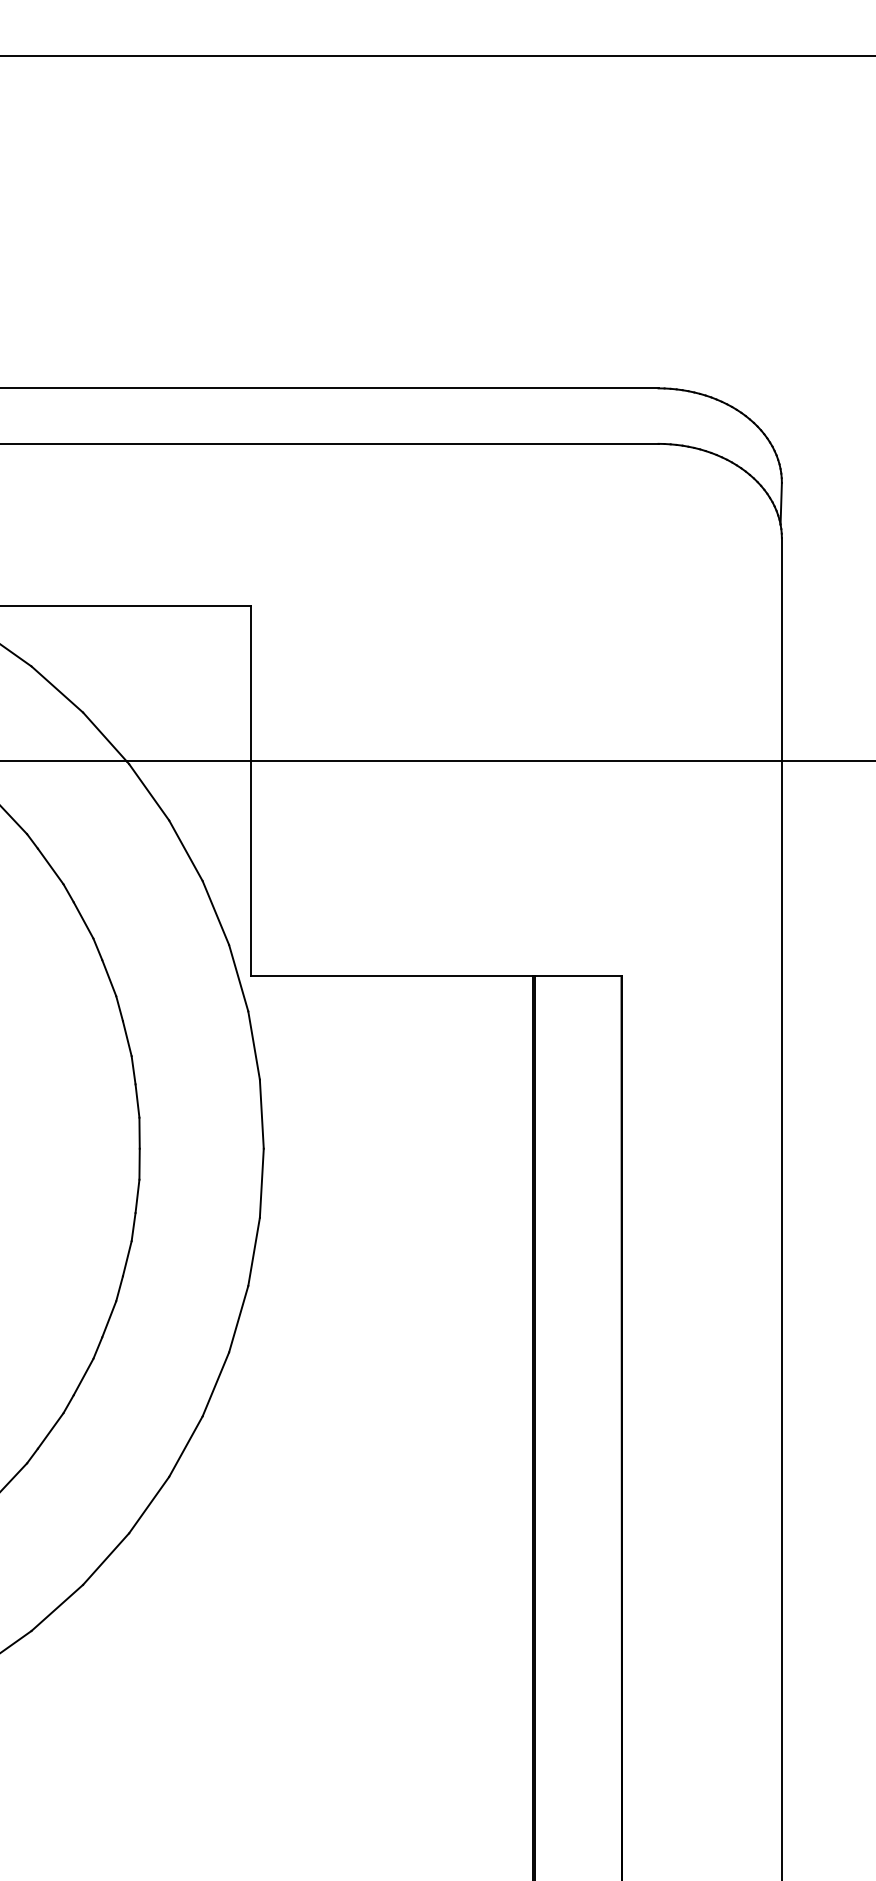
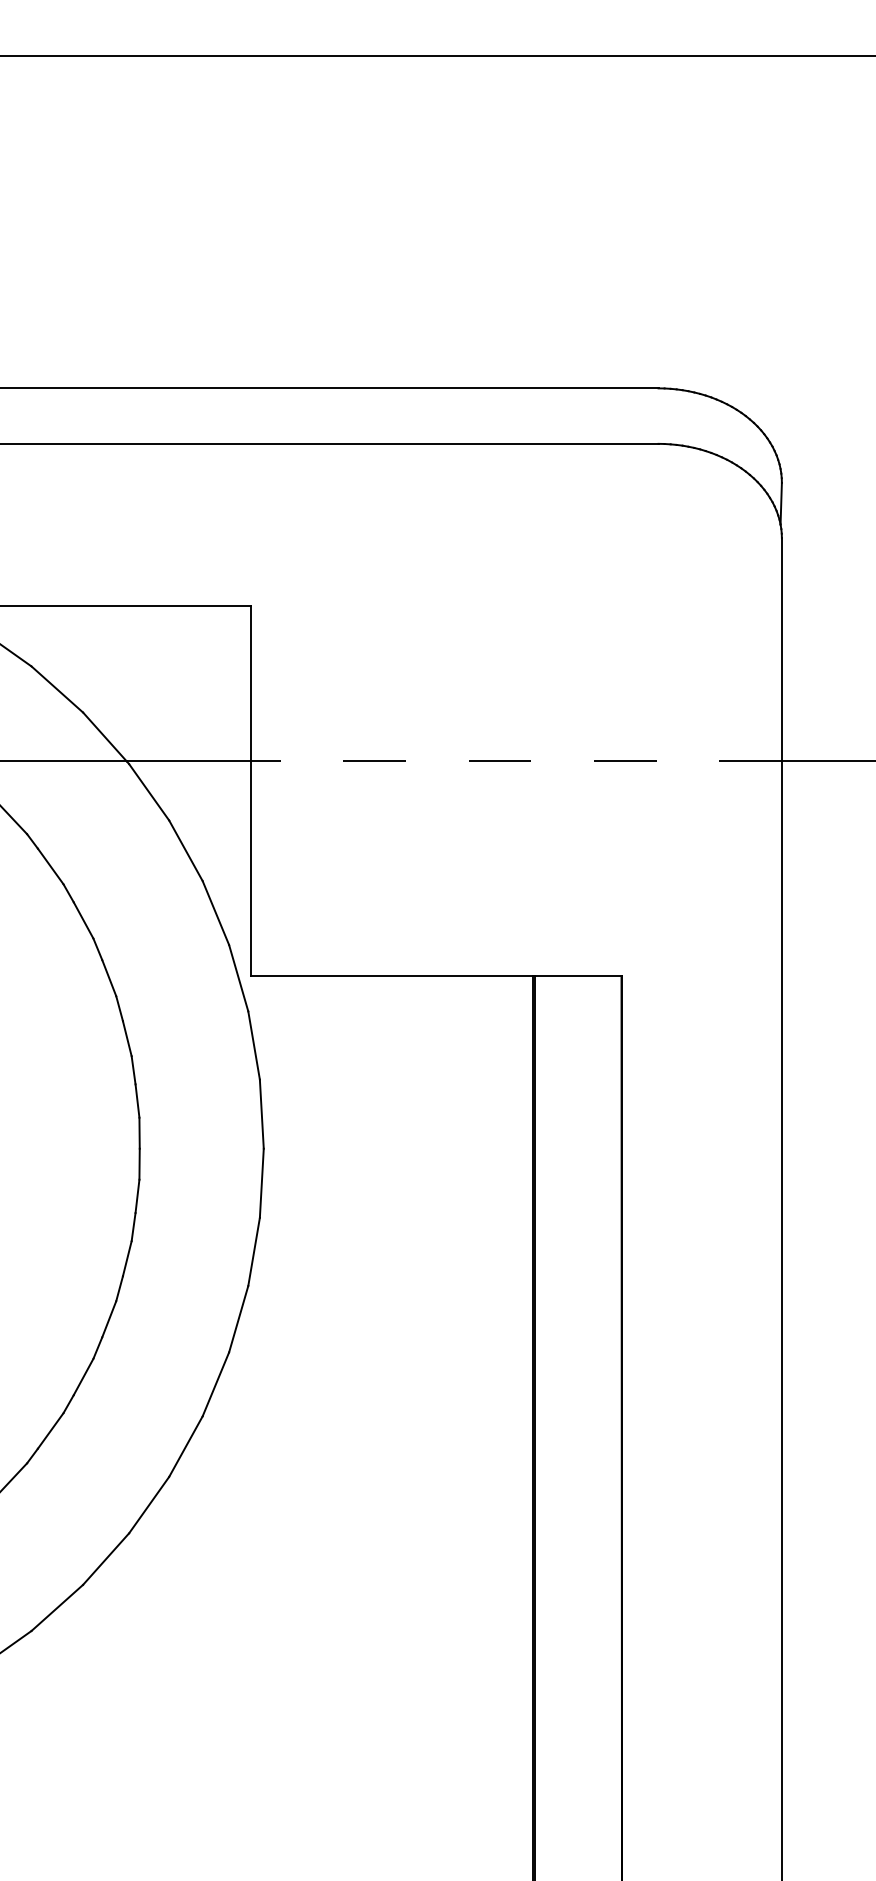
line at (516, 761): solid -> dashed
